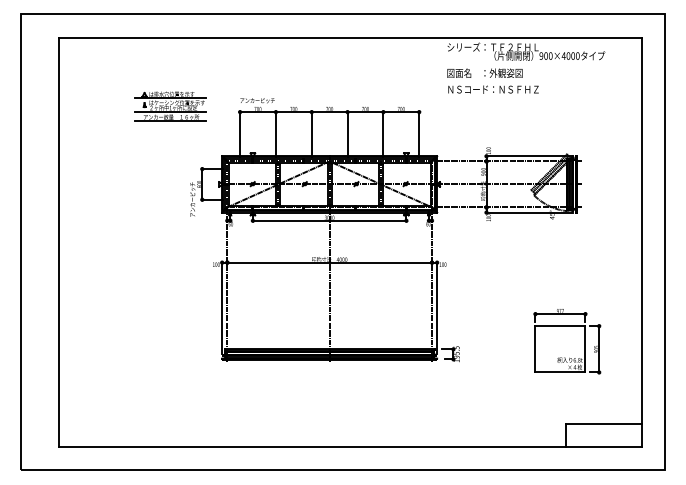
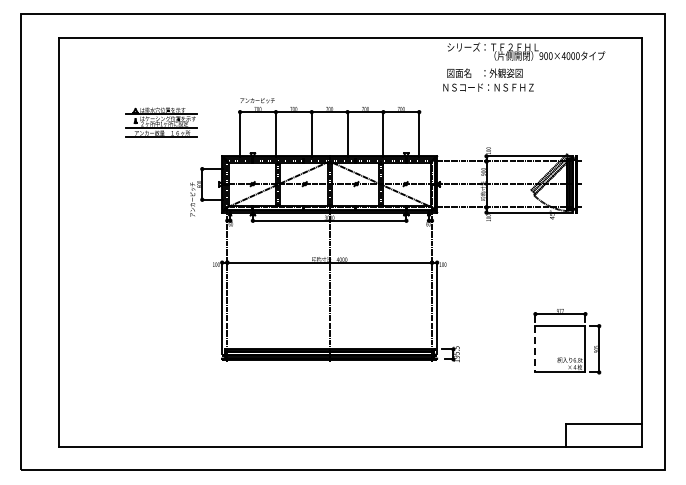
text at (493, 89) position: (493, 89) -> (488, 87)
part at (170, 106) position: (170, 106) -> (161, 122)
line at (535, 349): solid -> dashed
